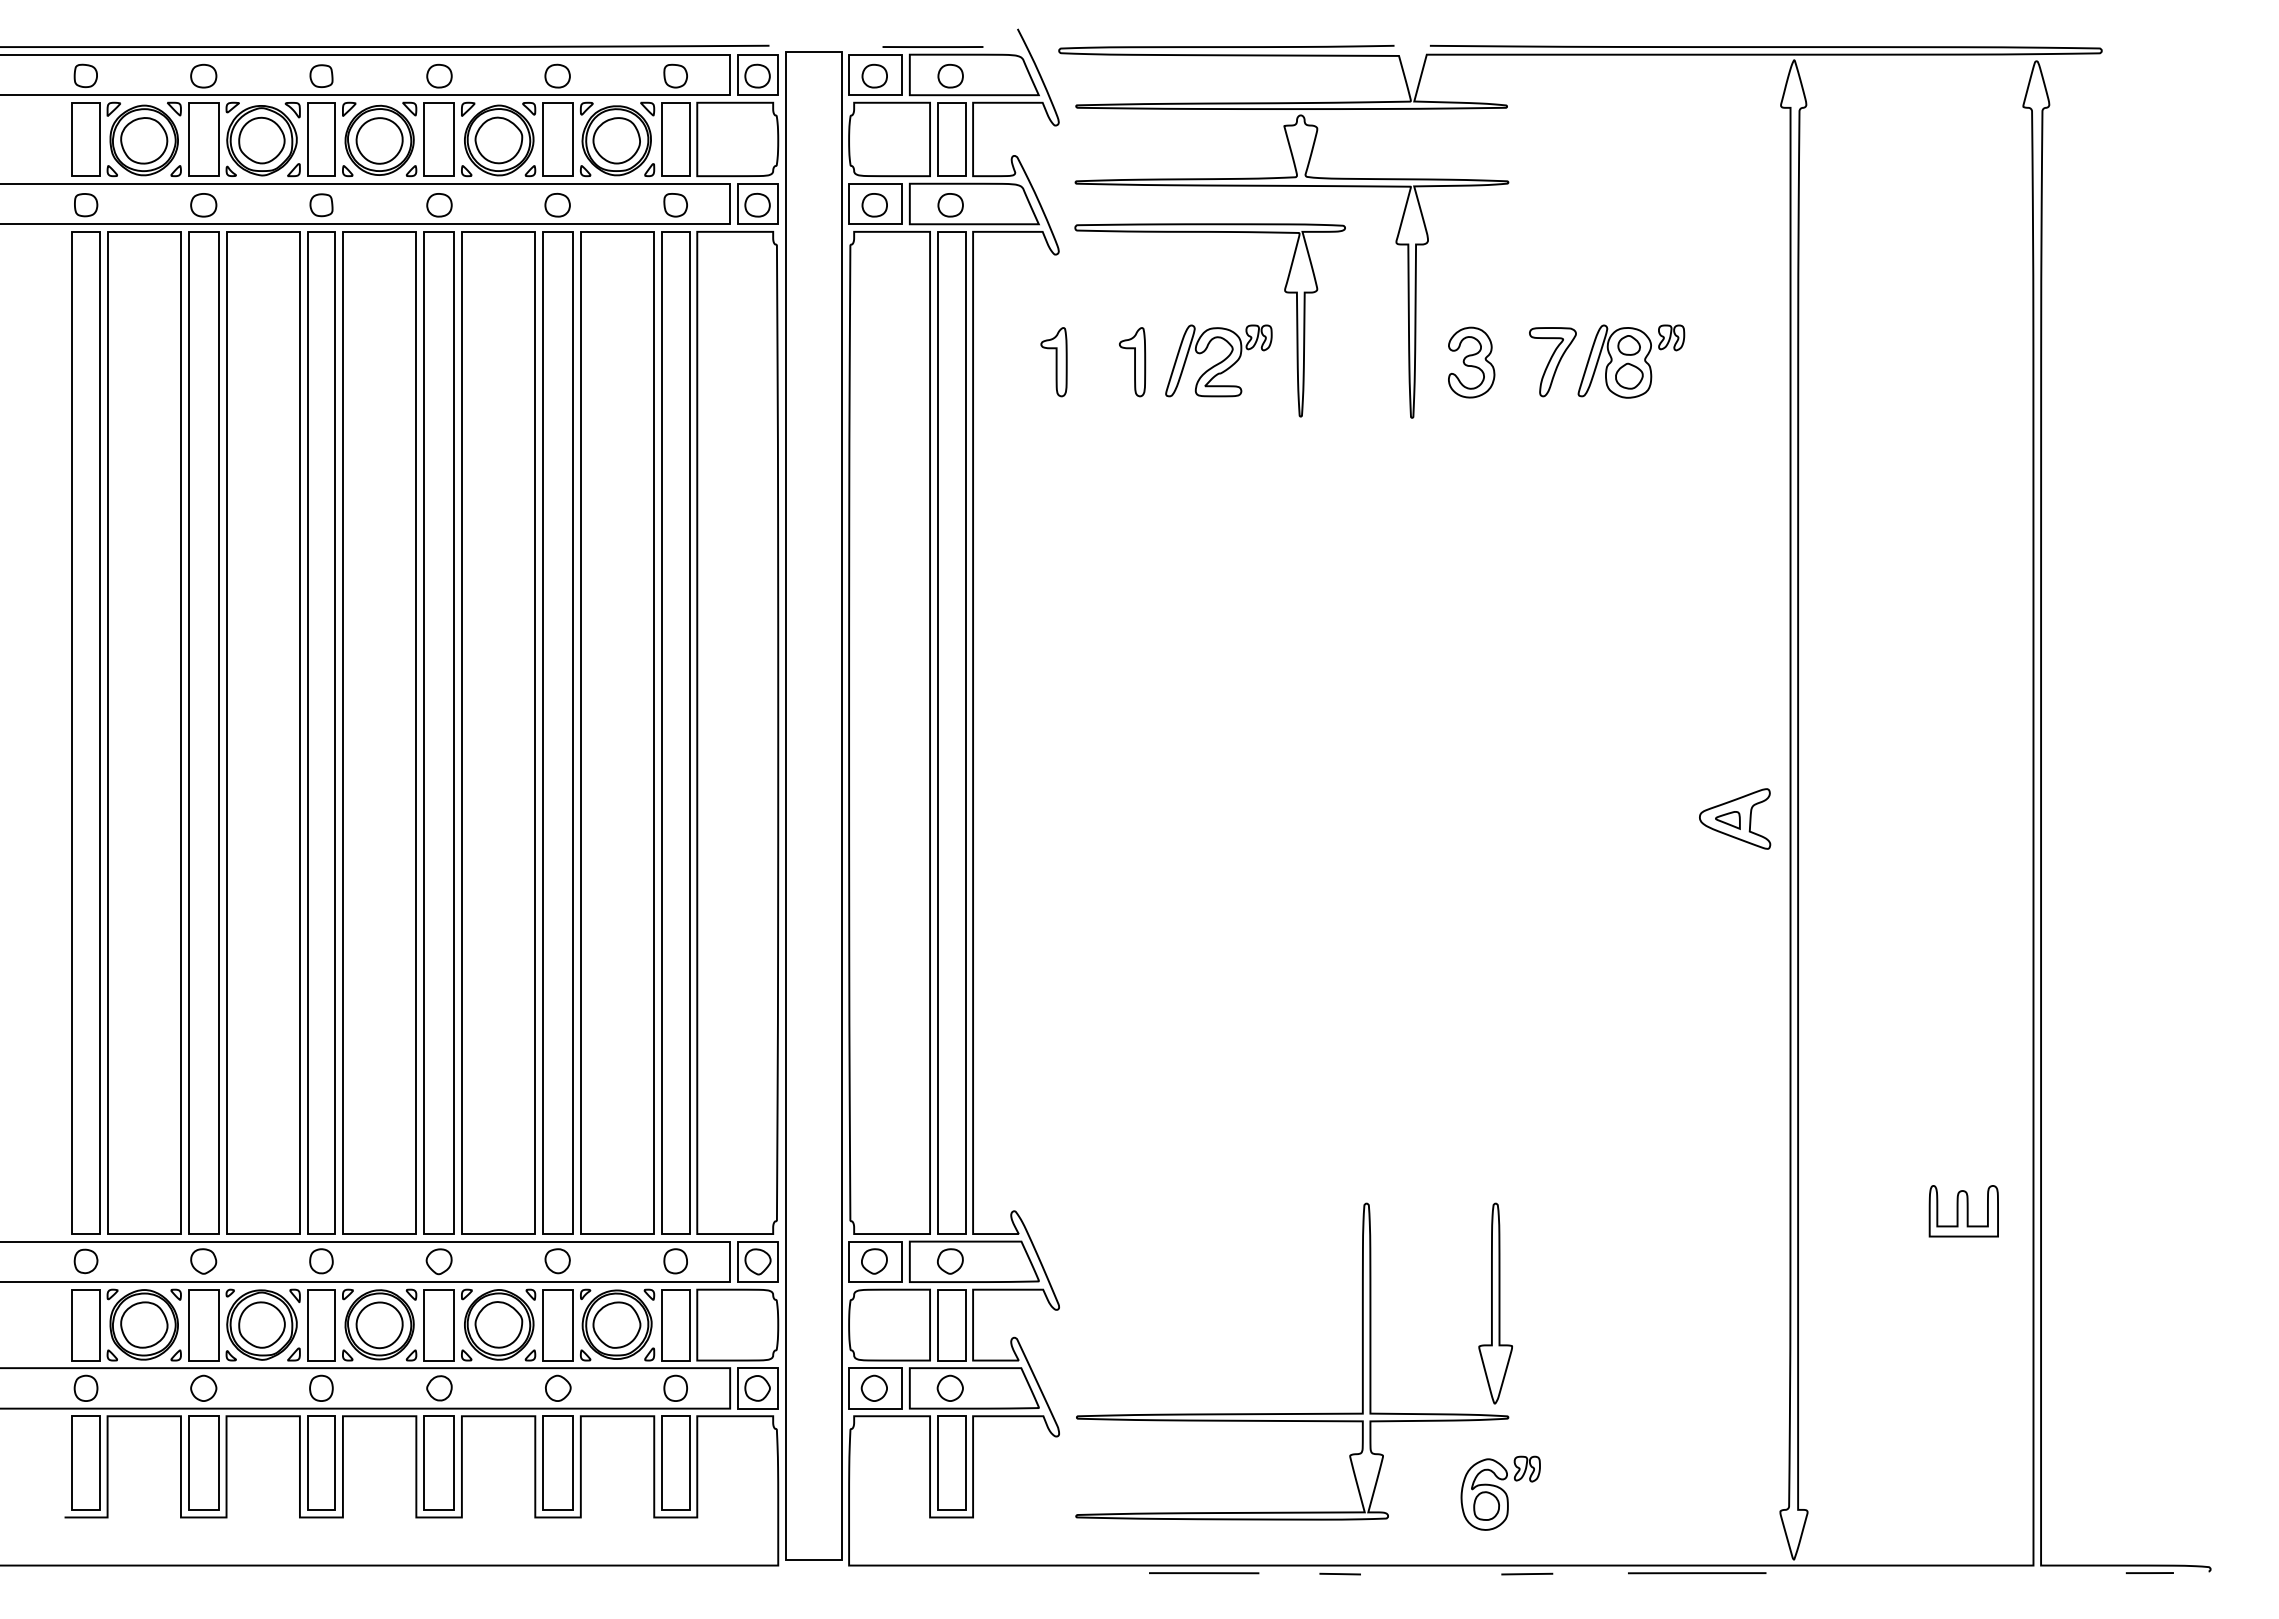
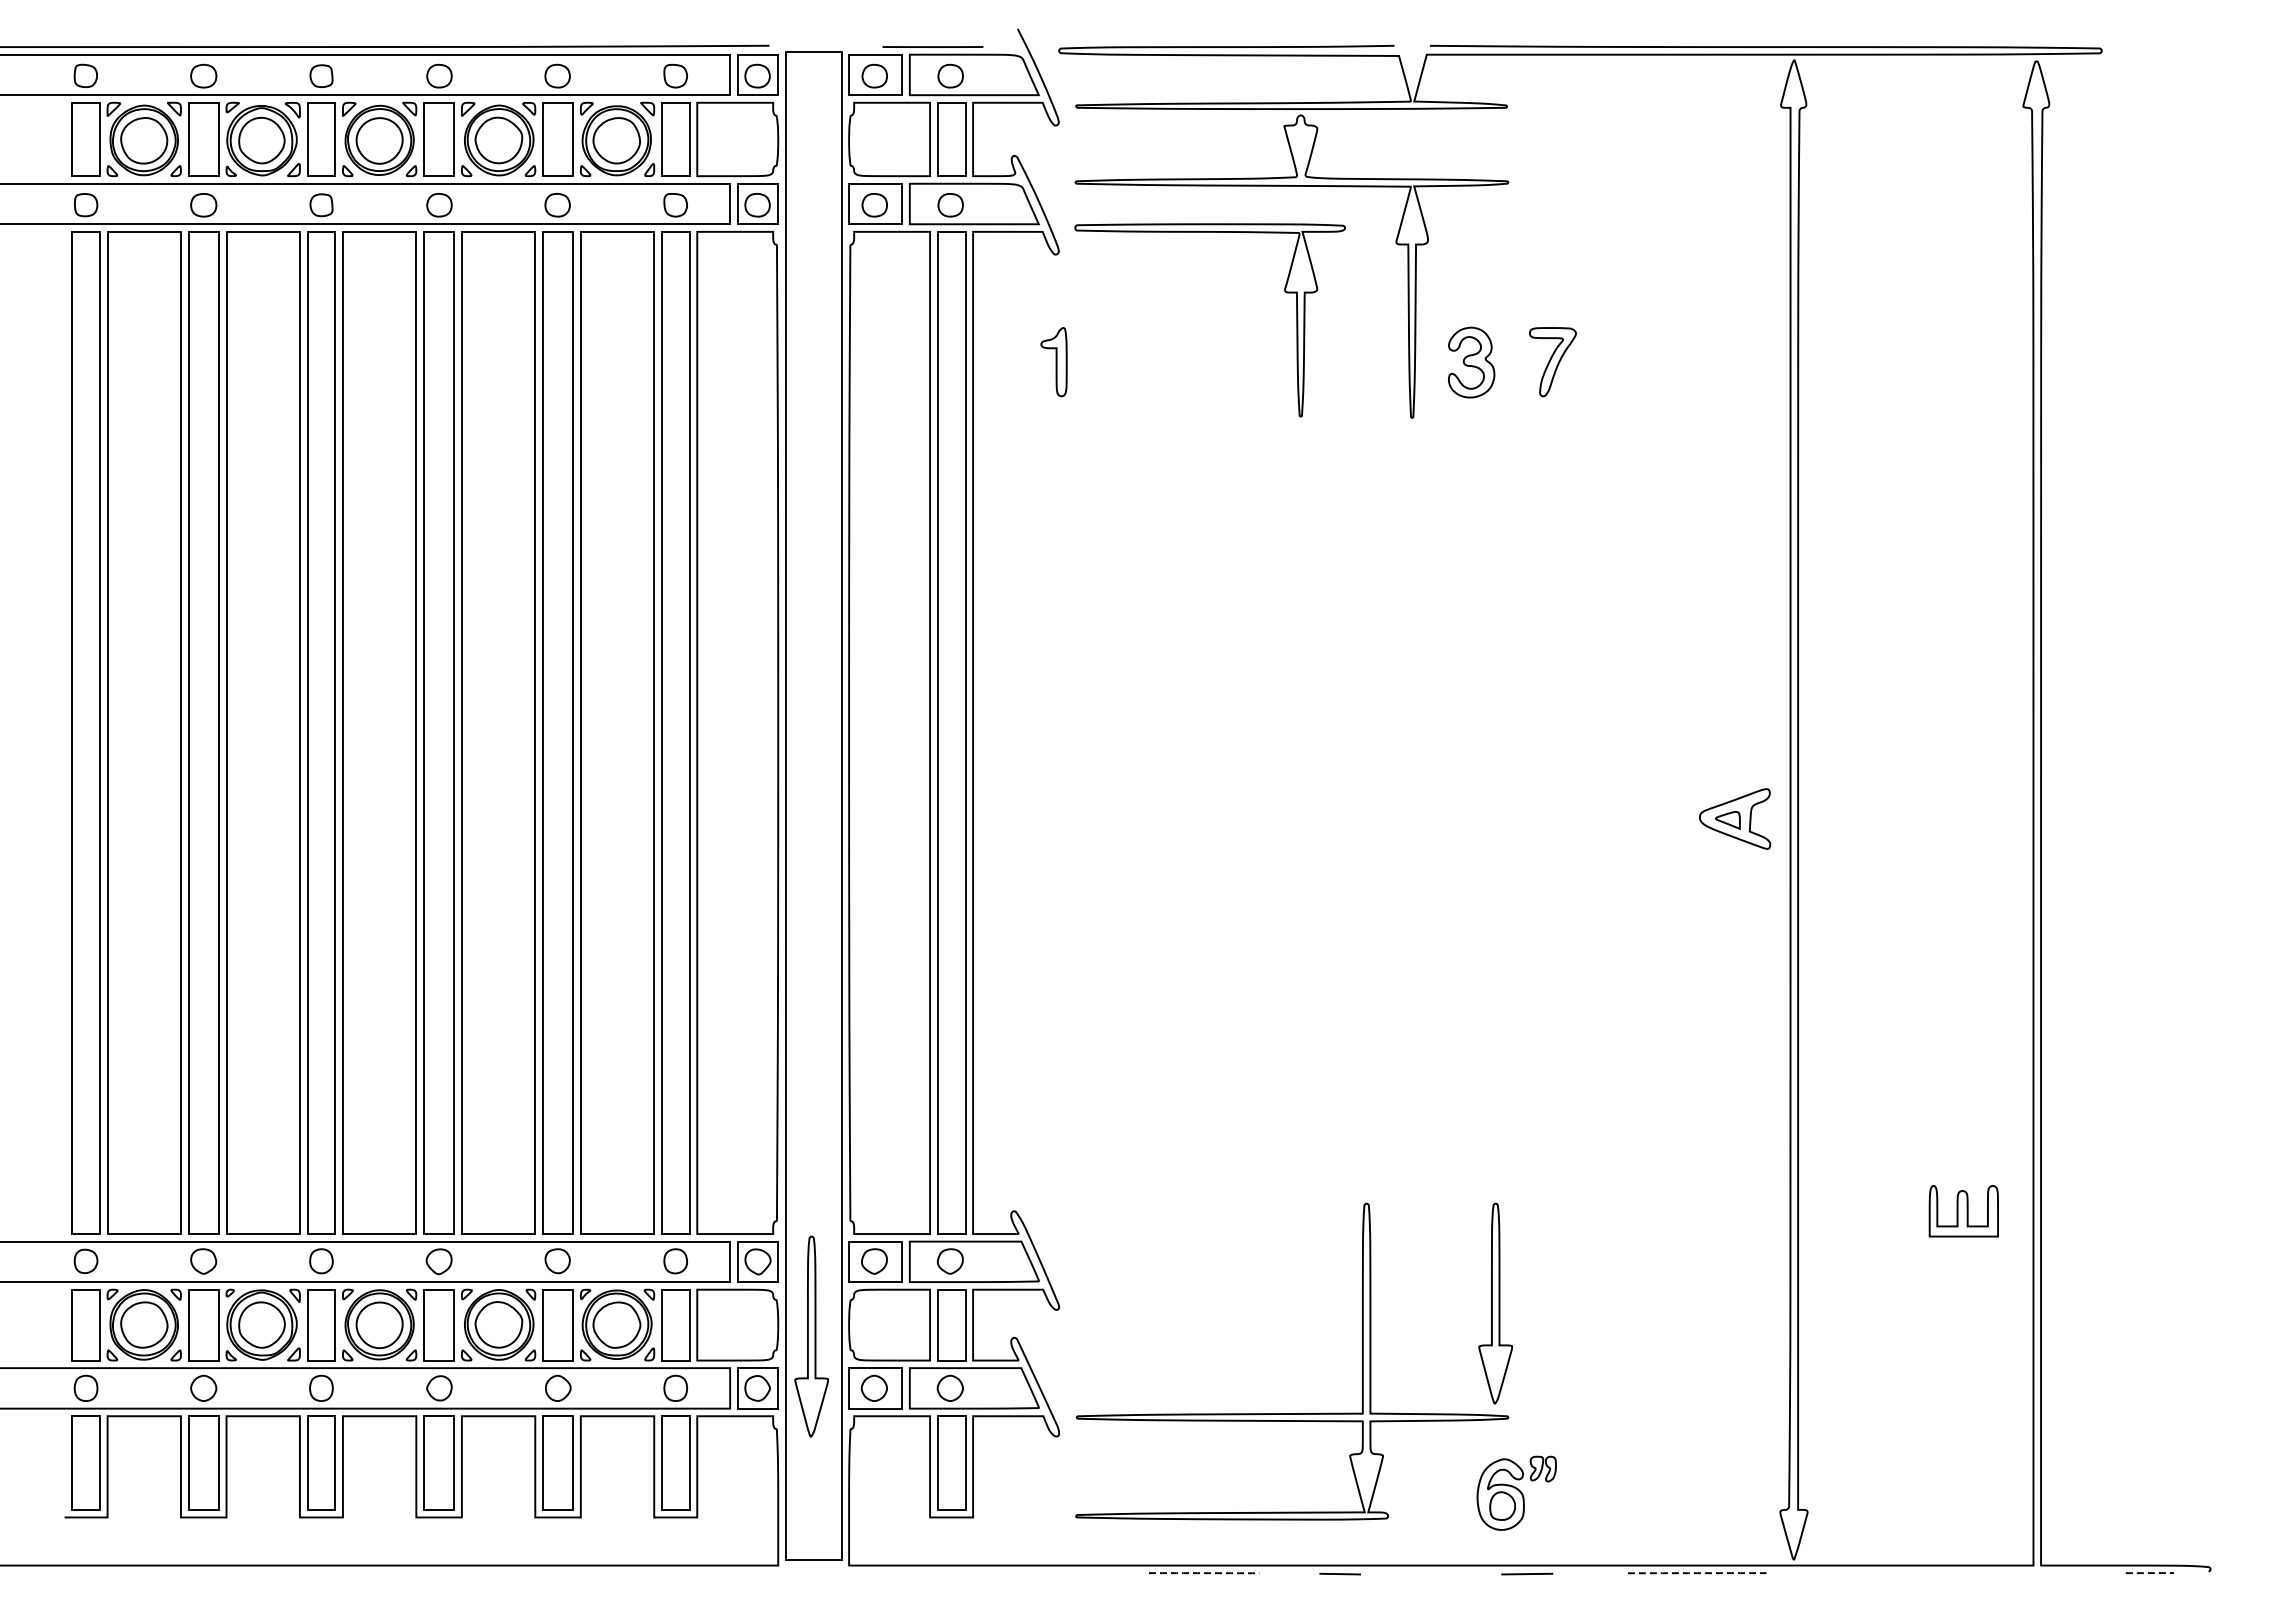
part at (1218, 360): present -> none
part at (1631, 361): present -> none
part at (1132, 362): present -> none
part at (811, 1336): none -> present
part at (1500, 1492) position: (1500, 1492) -> (1516, 1492)
line at (1204, 1573): solid -> dashed
line at (1697, 1573): solid -> dashed
line at (2149, 1573): solid -> dashed
